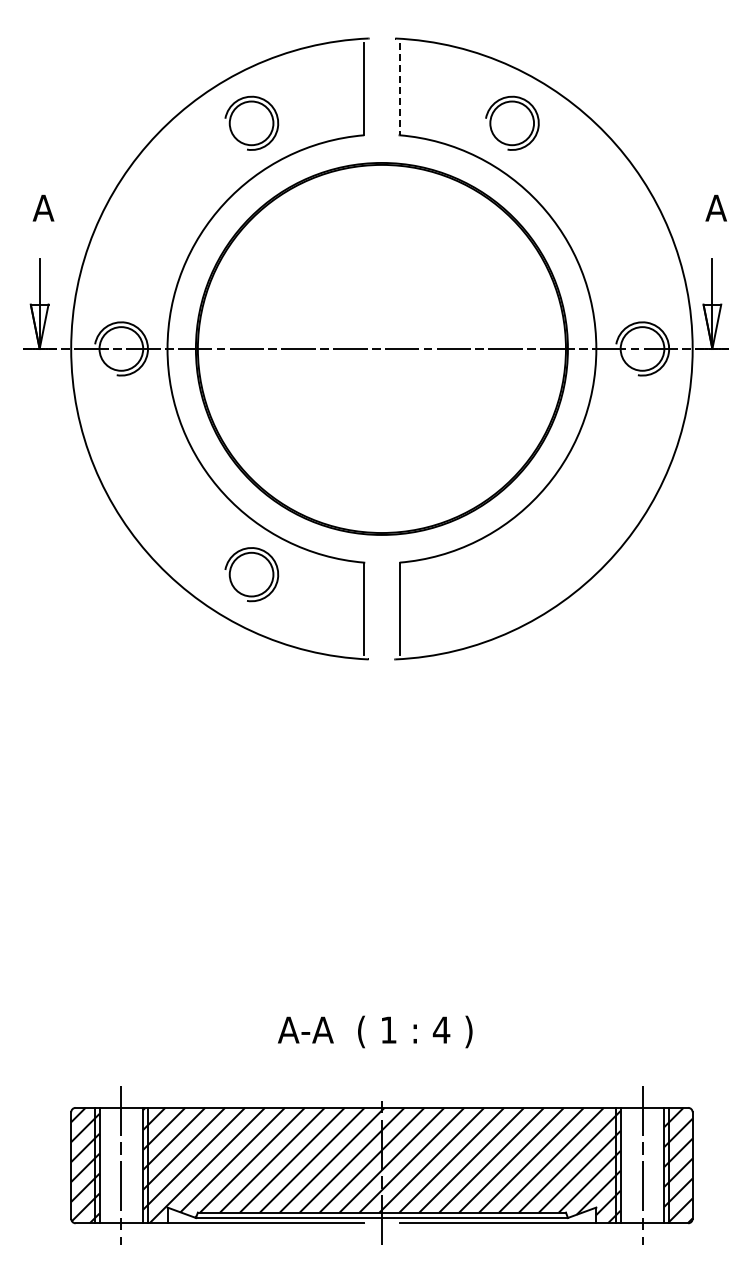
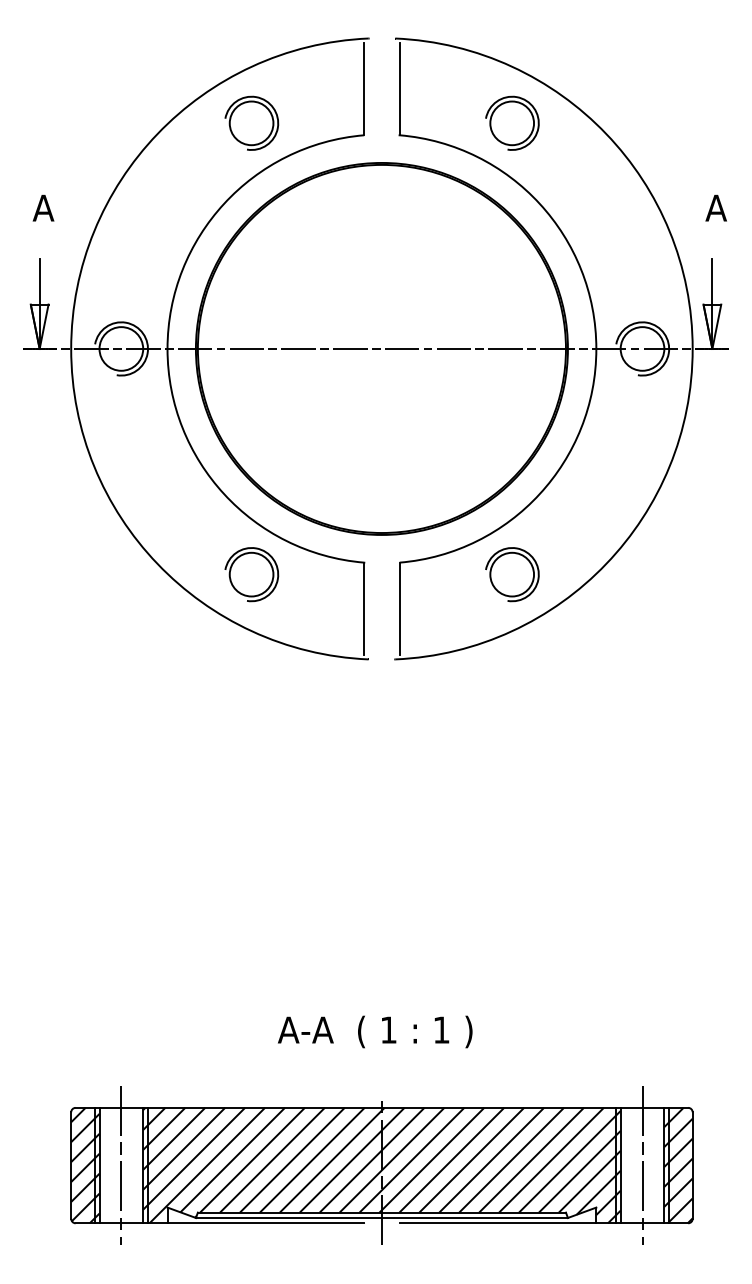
line at (399, 89): dashed -> solid
part at (512, 574): none -> present
text at (441, 1029): 4 -> 1
